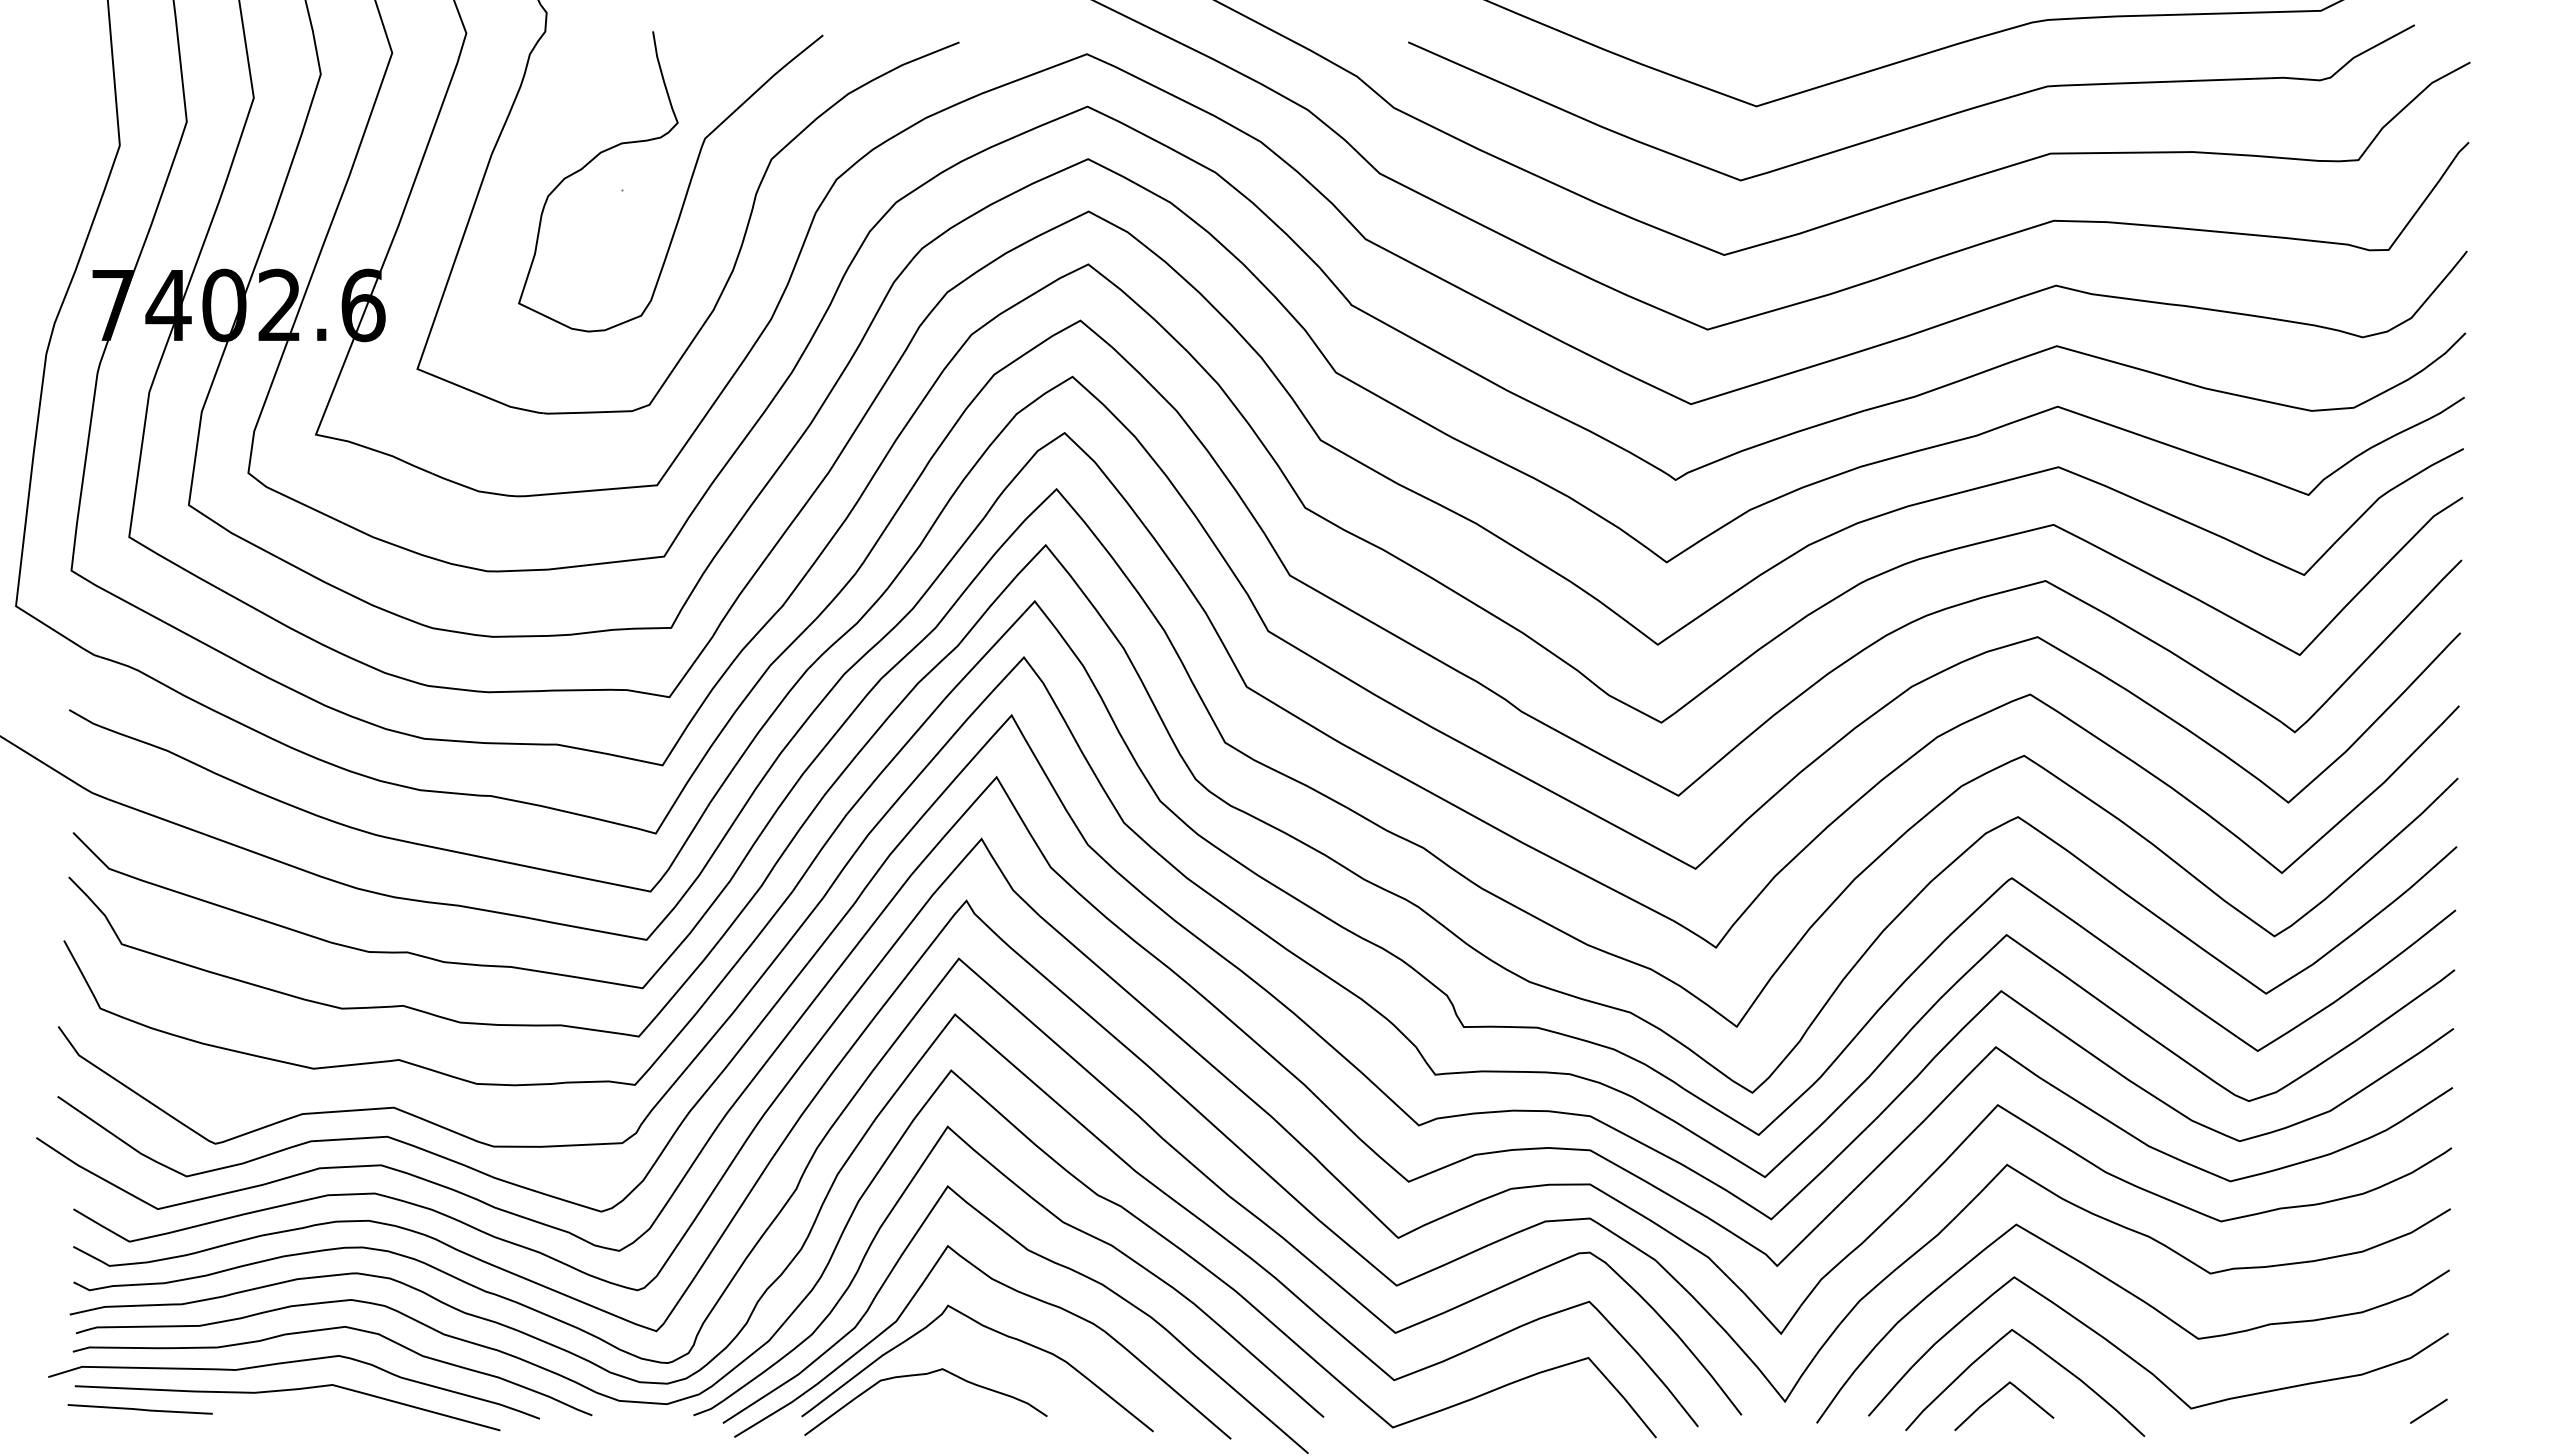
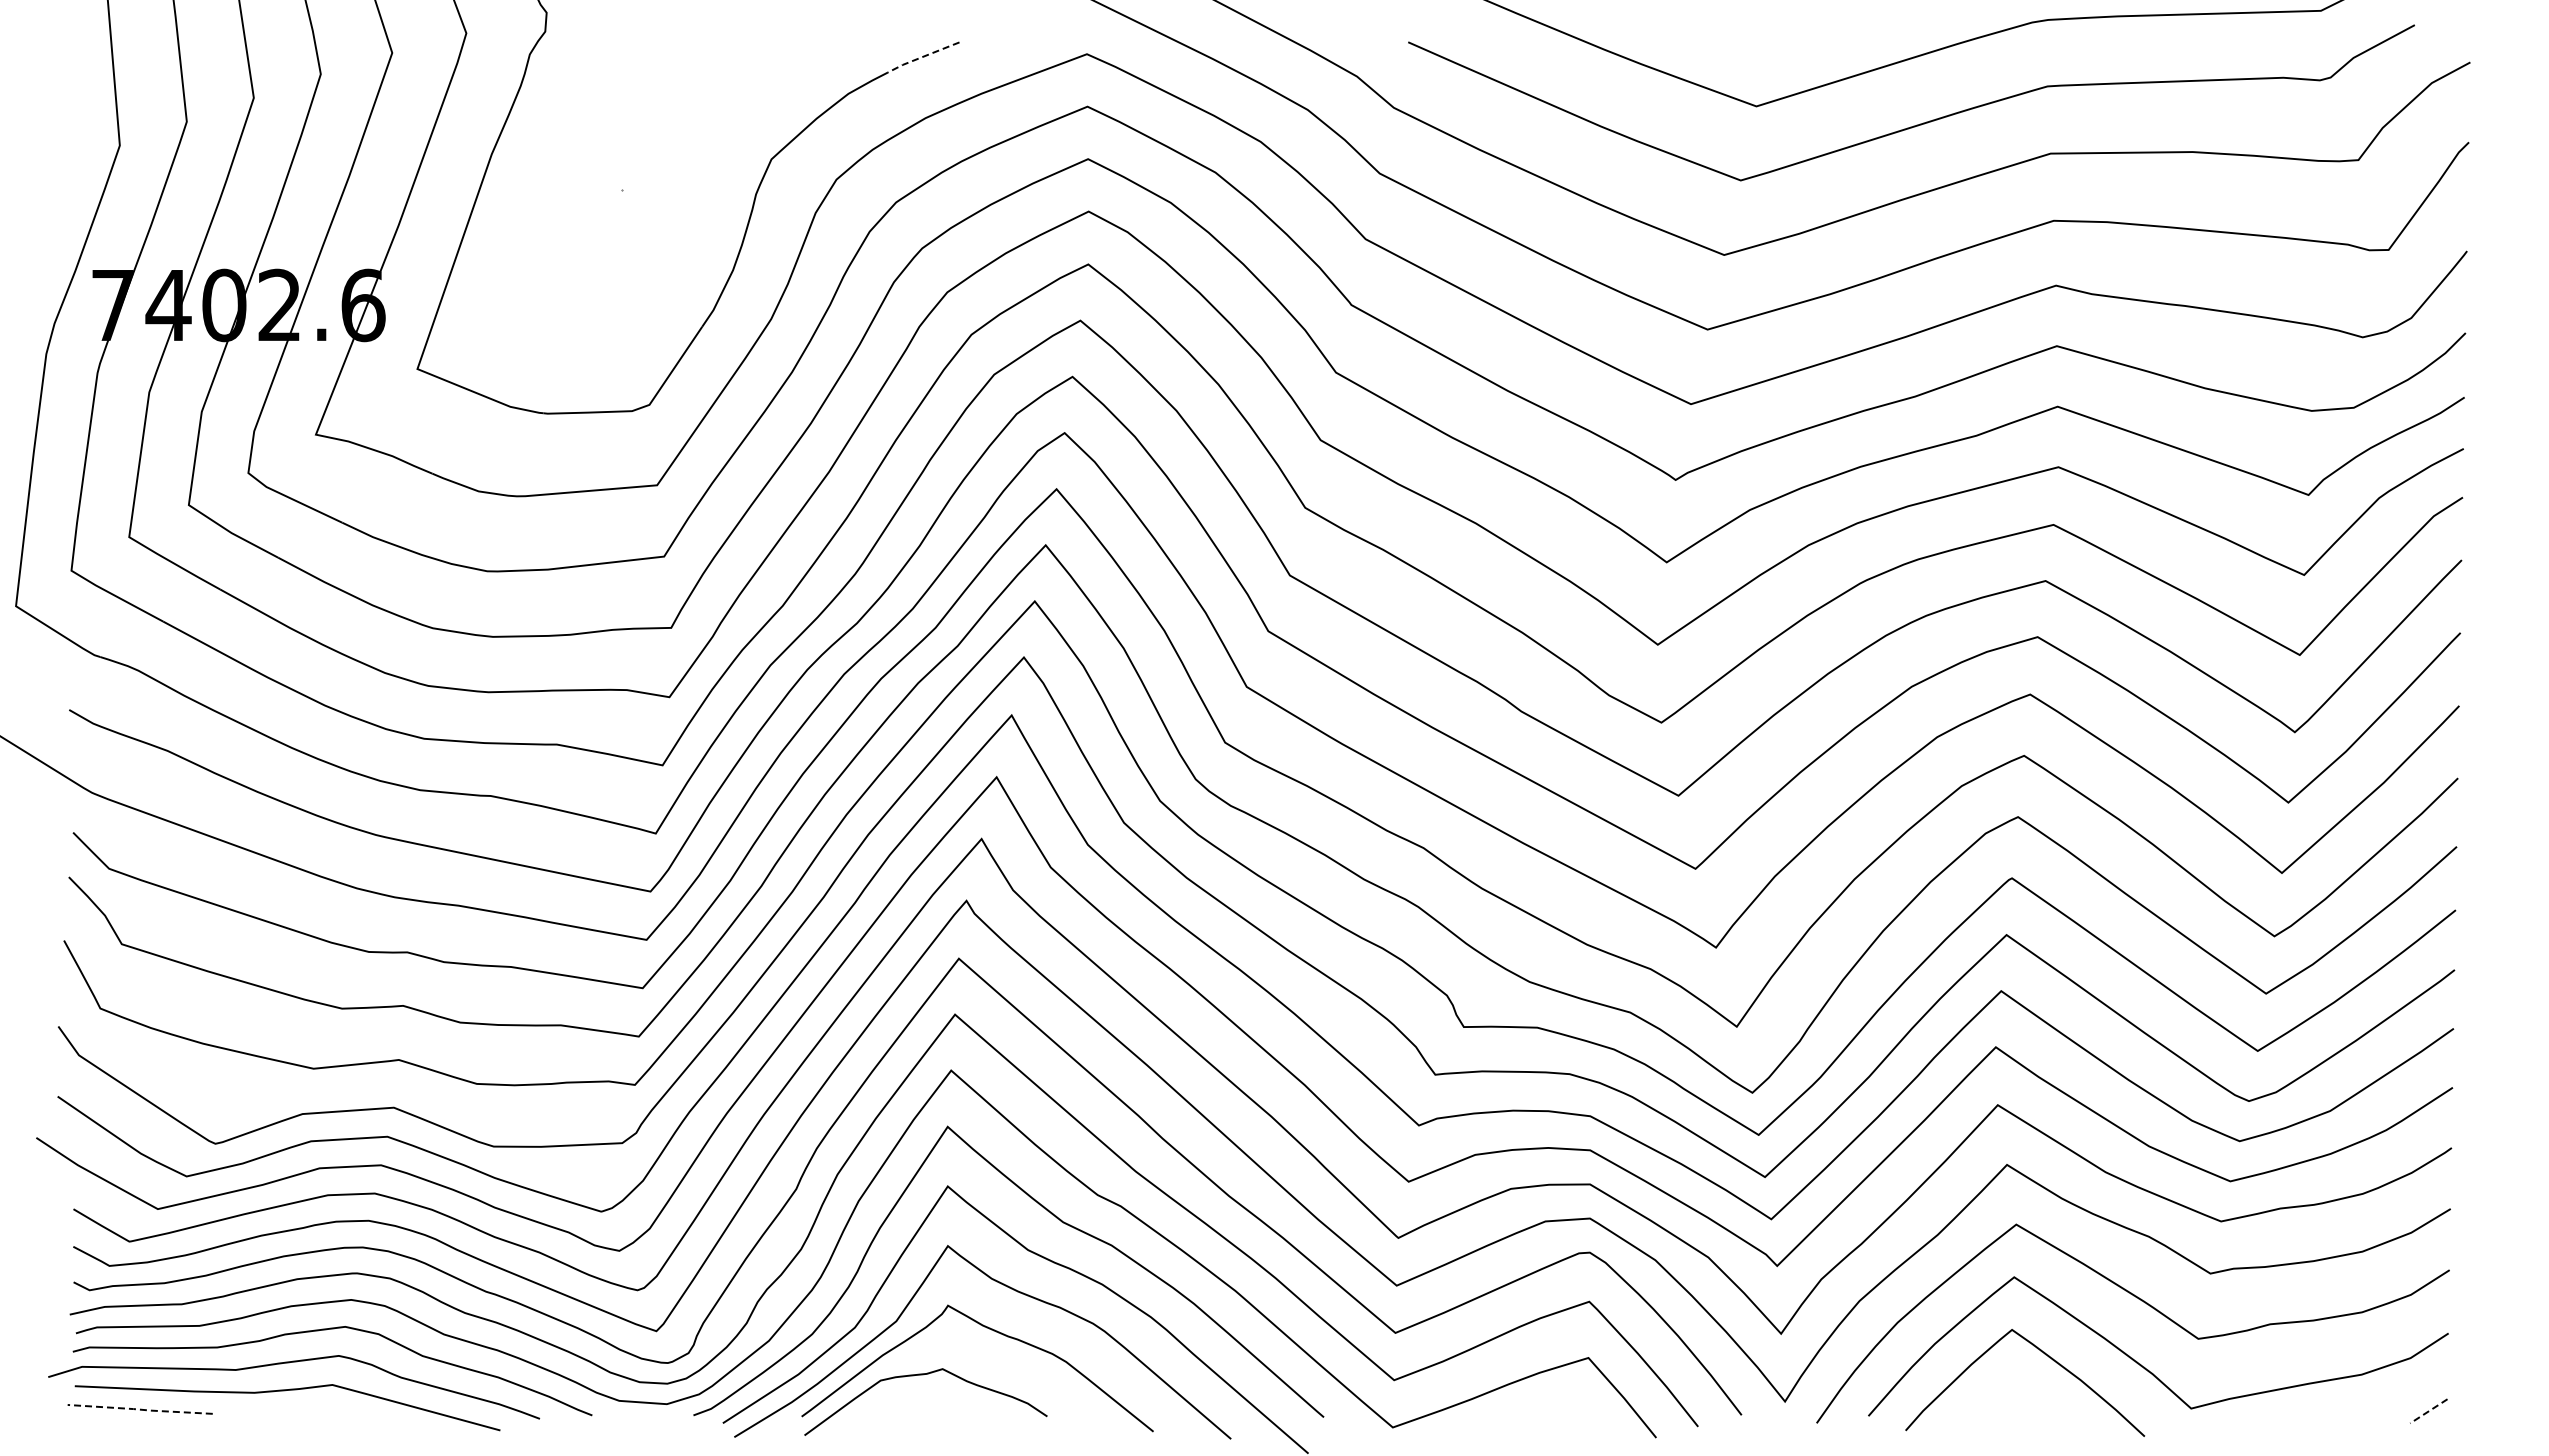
line at (922, 56): solid -> dashed
curve at (687, 187): present -> none
line at (1994, 1396): present -> none
line at (139, 1409): solid -> dashed
line at (2428, 1411): solid -> dashed
